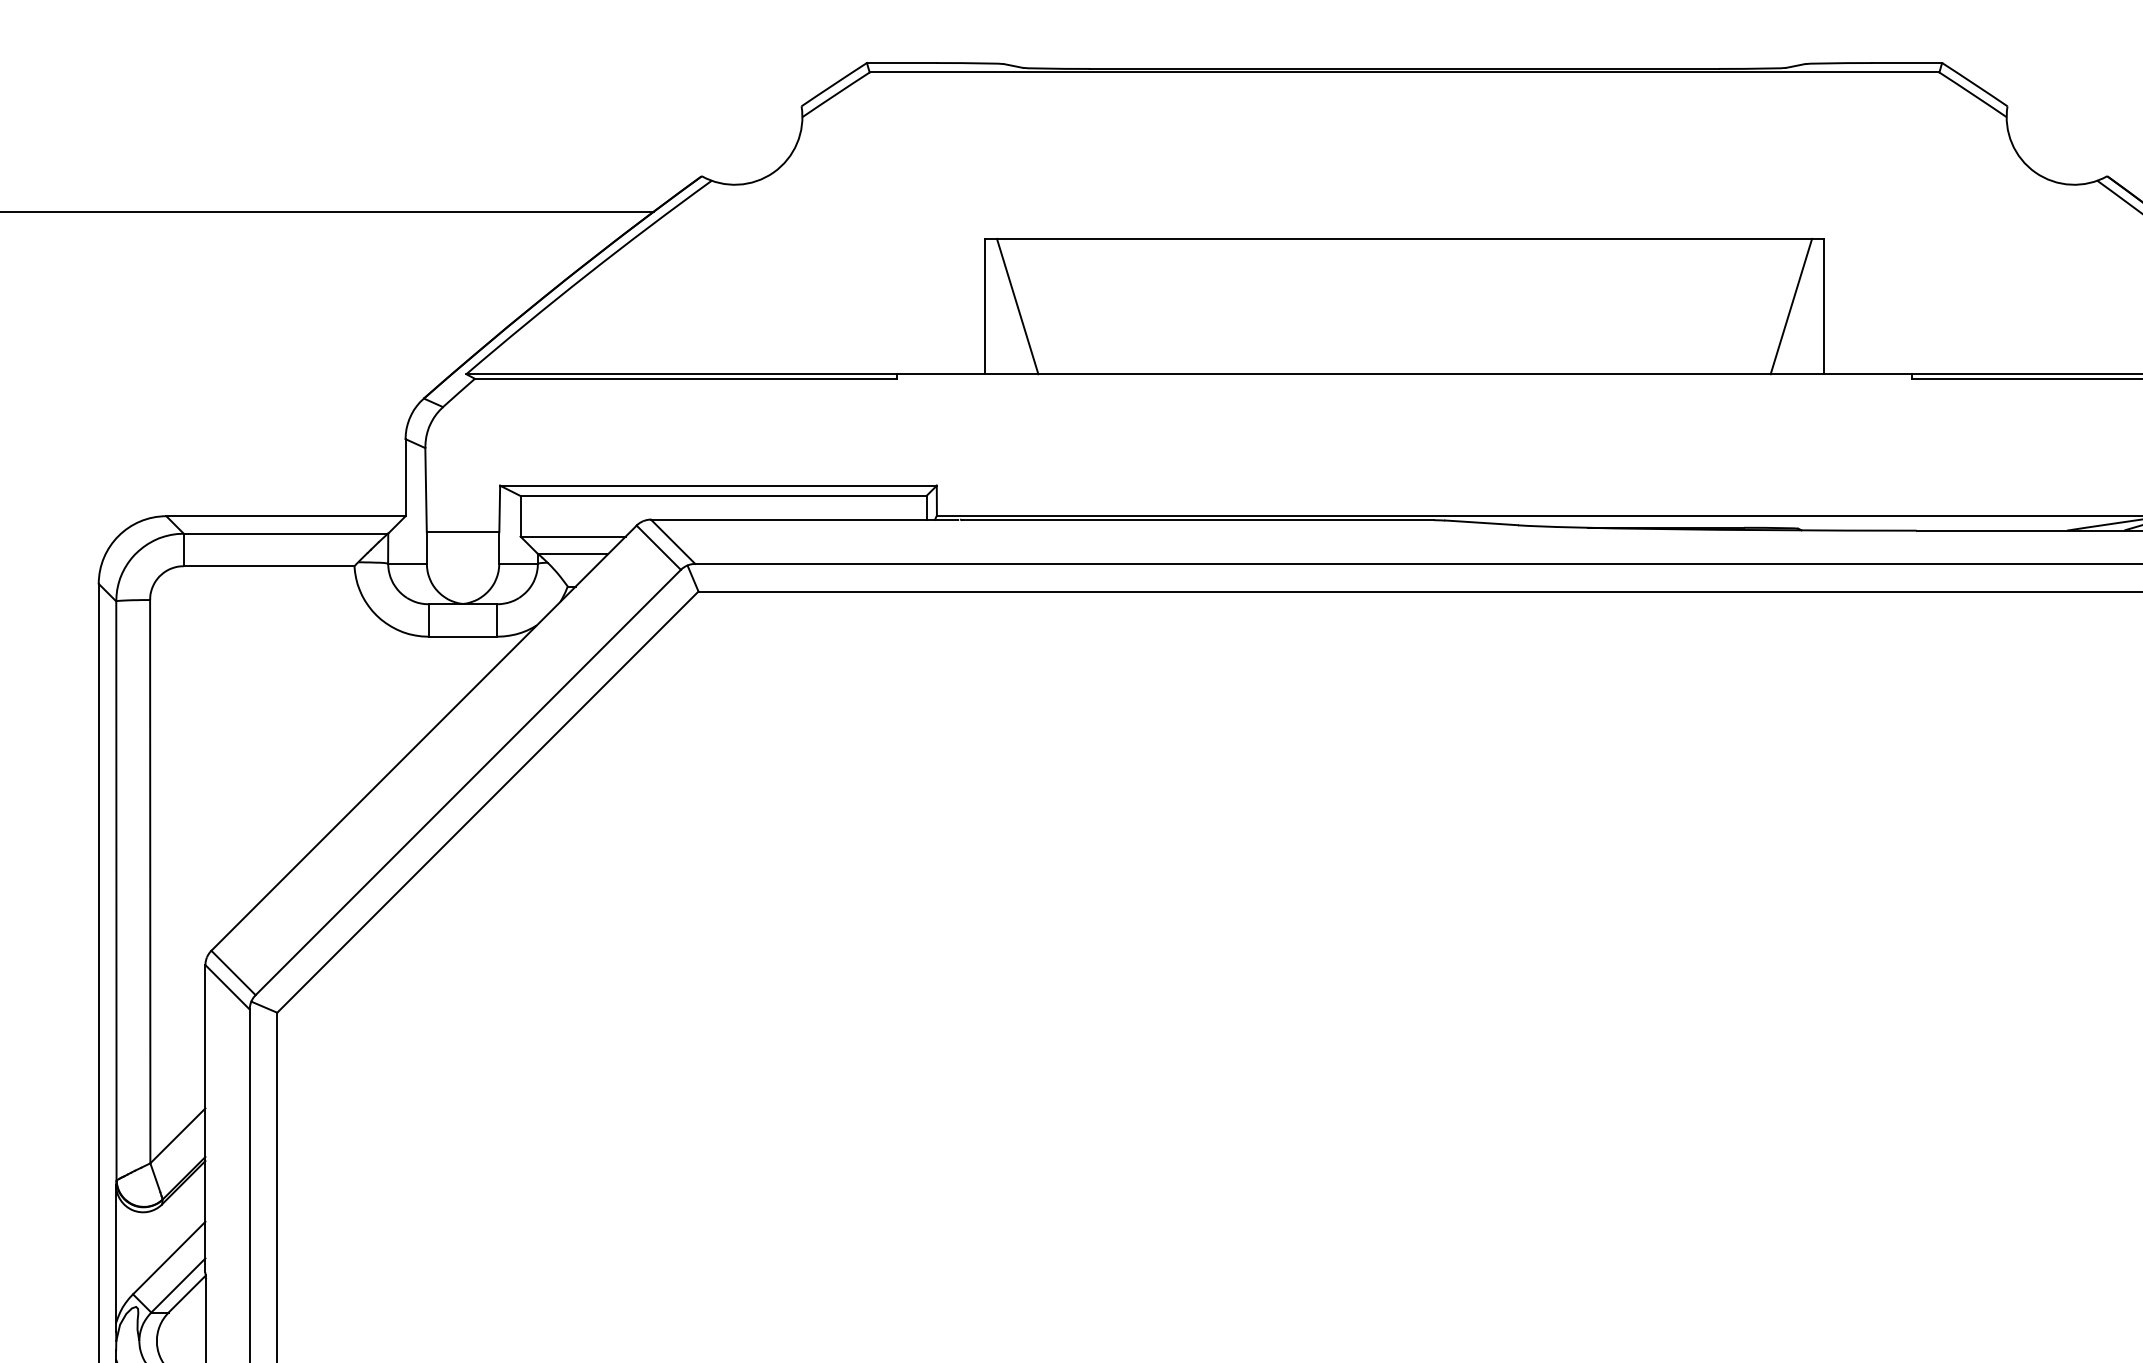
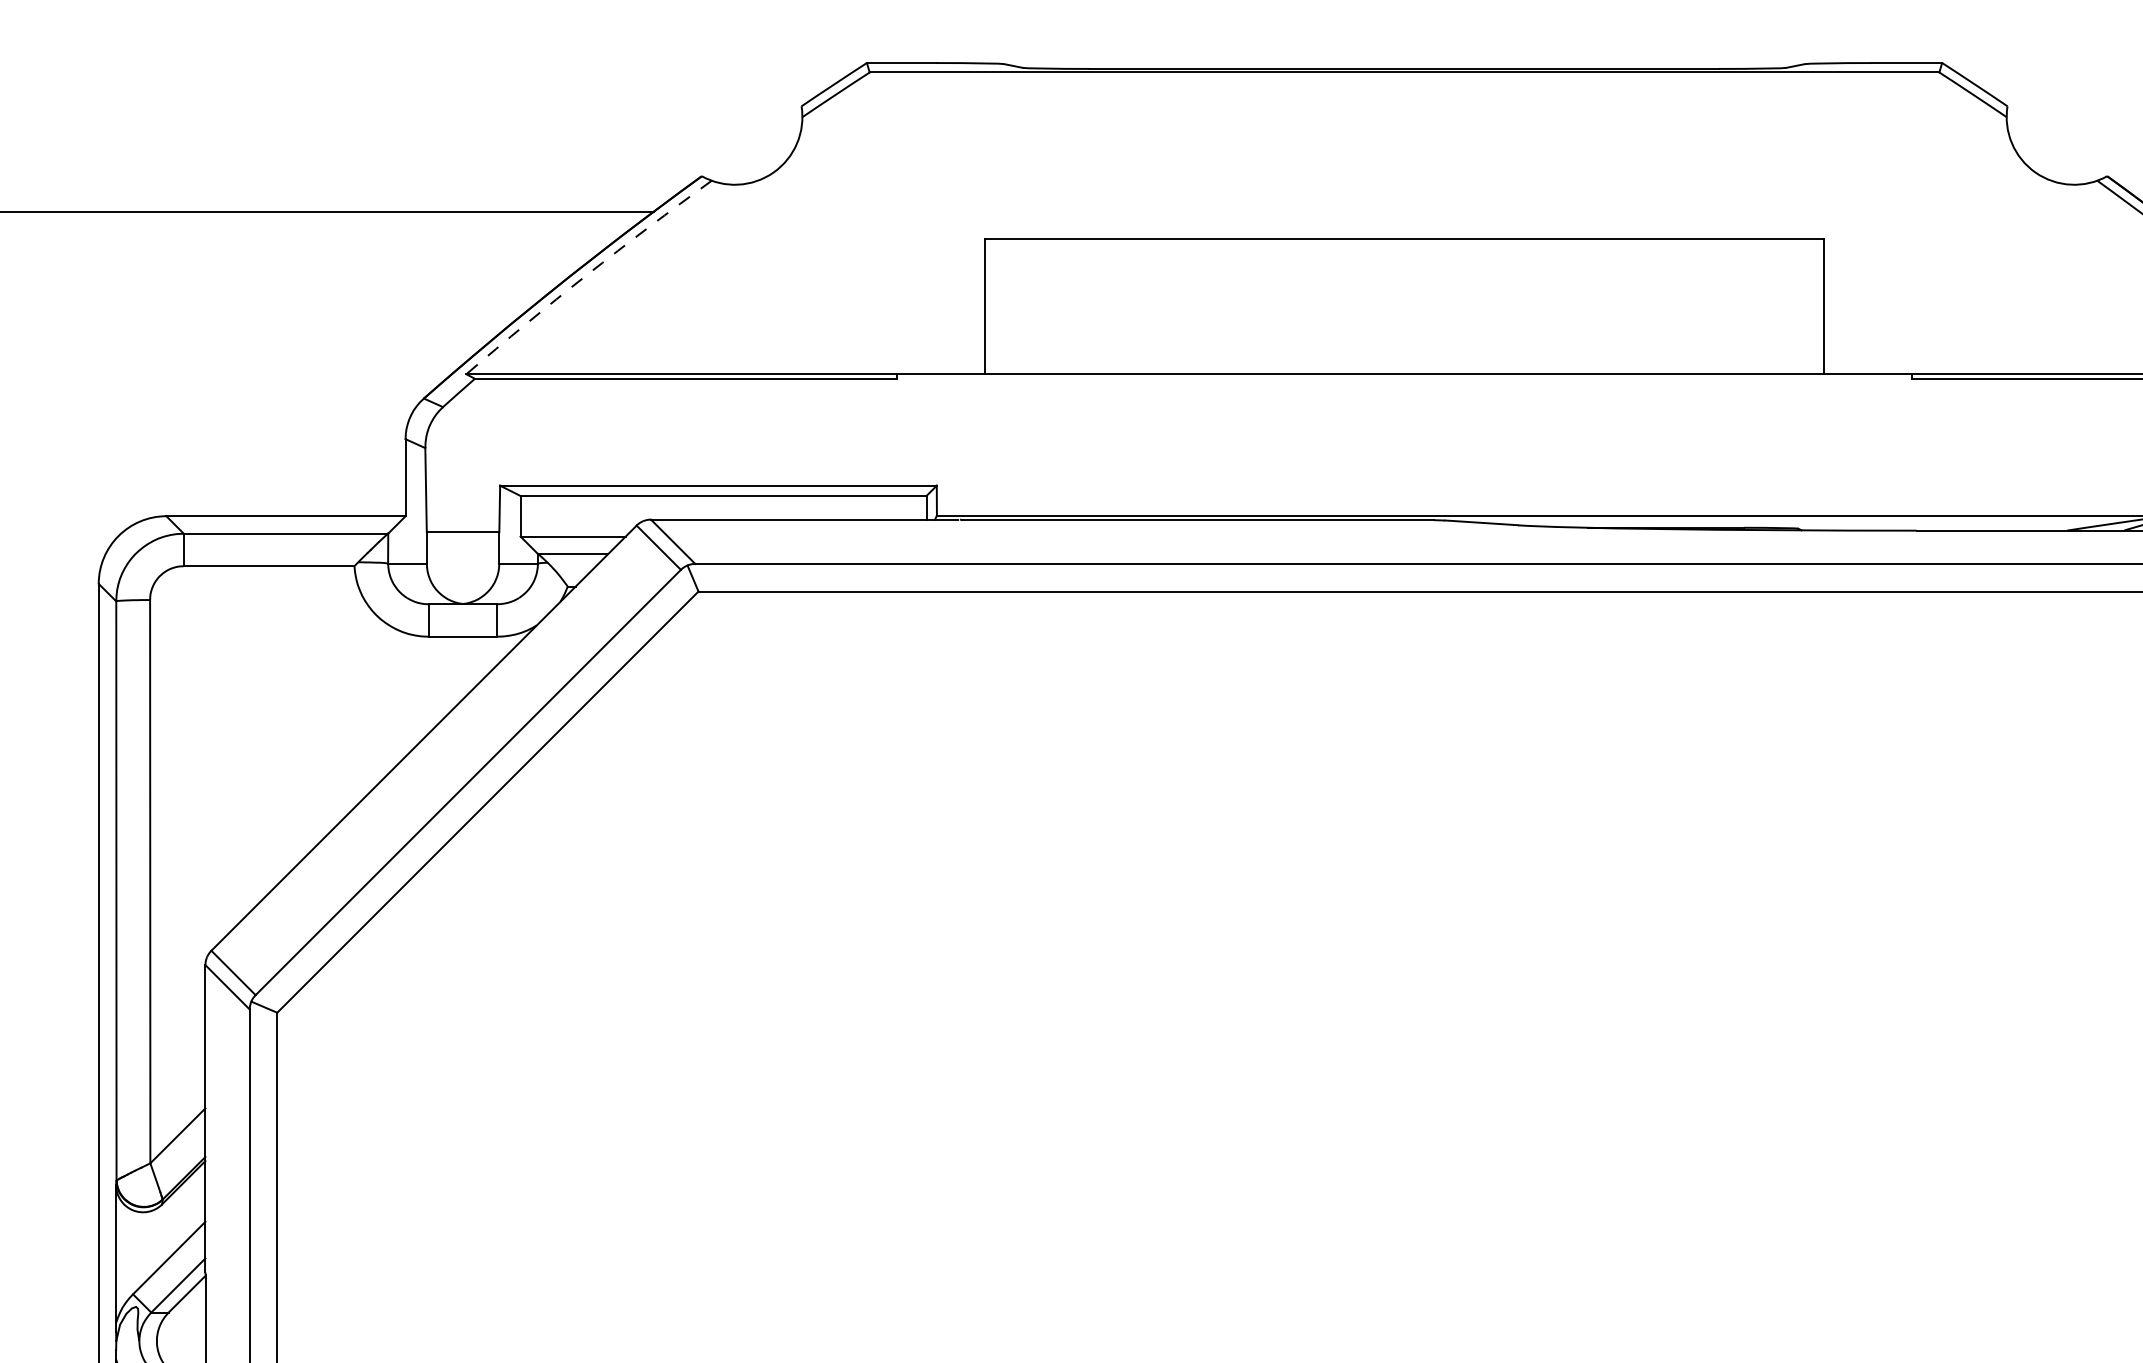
arc at (587, 274): solid -> dashed
line at (1017, 306): present -> none
line at (1791, 306): present -> none
